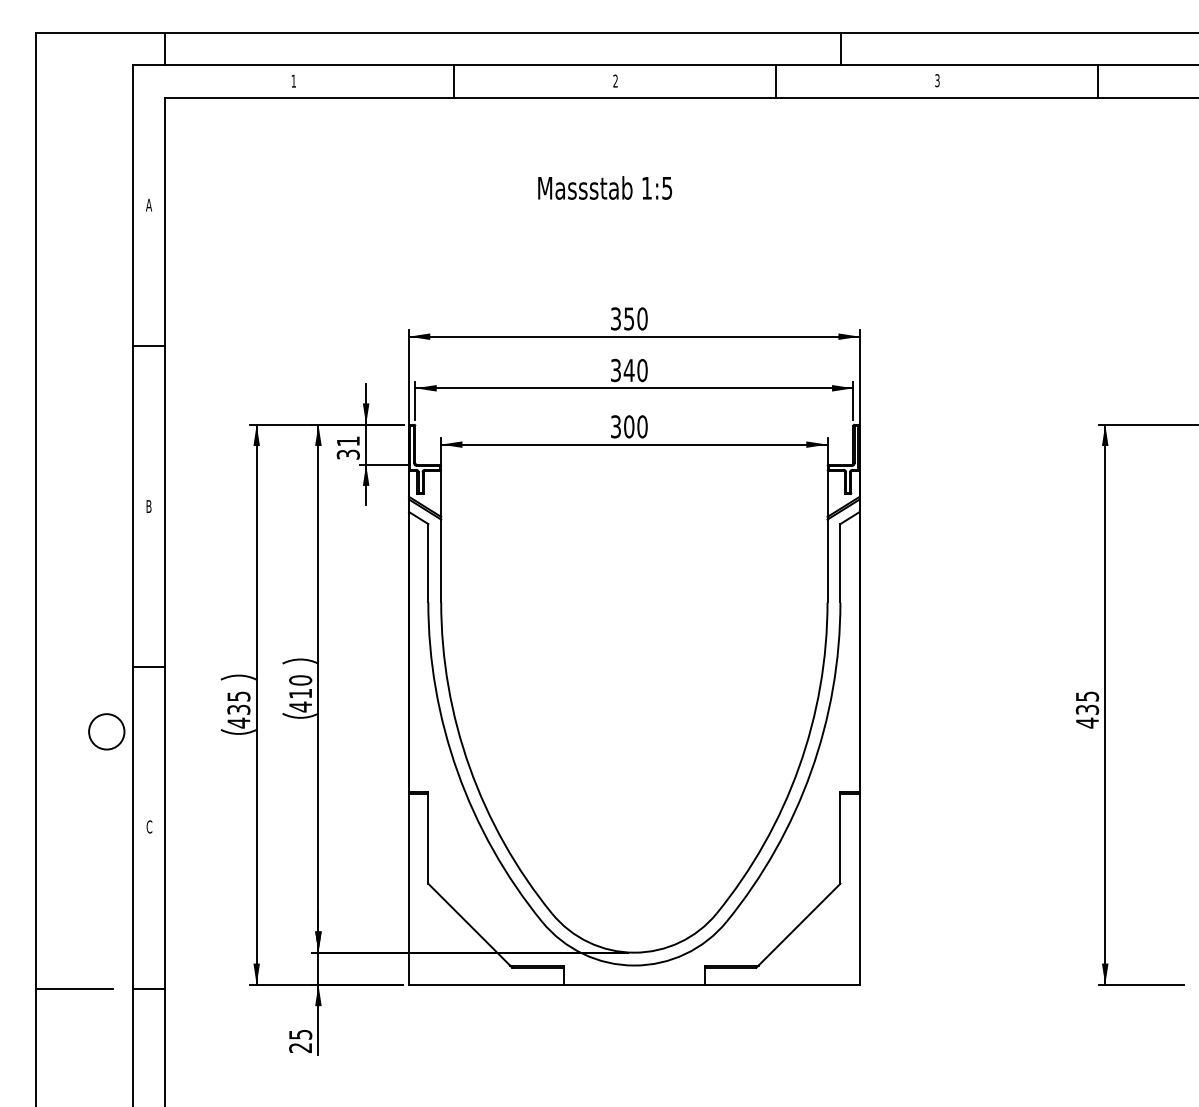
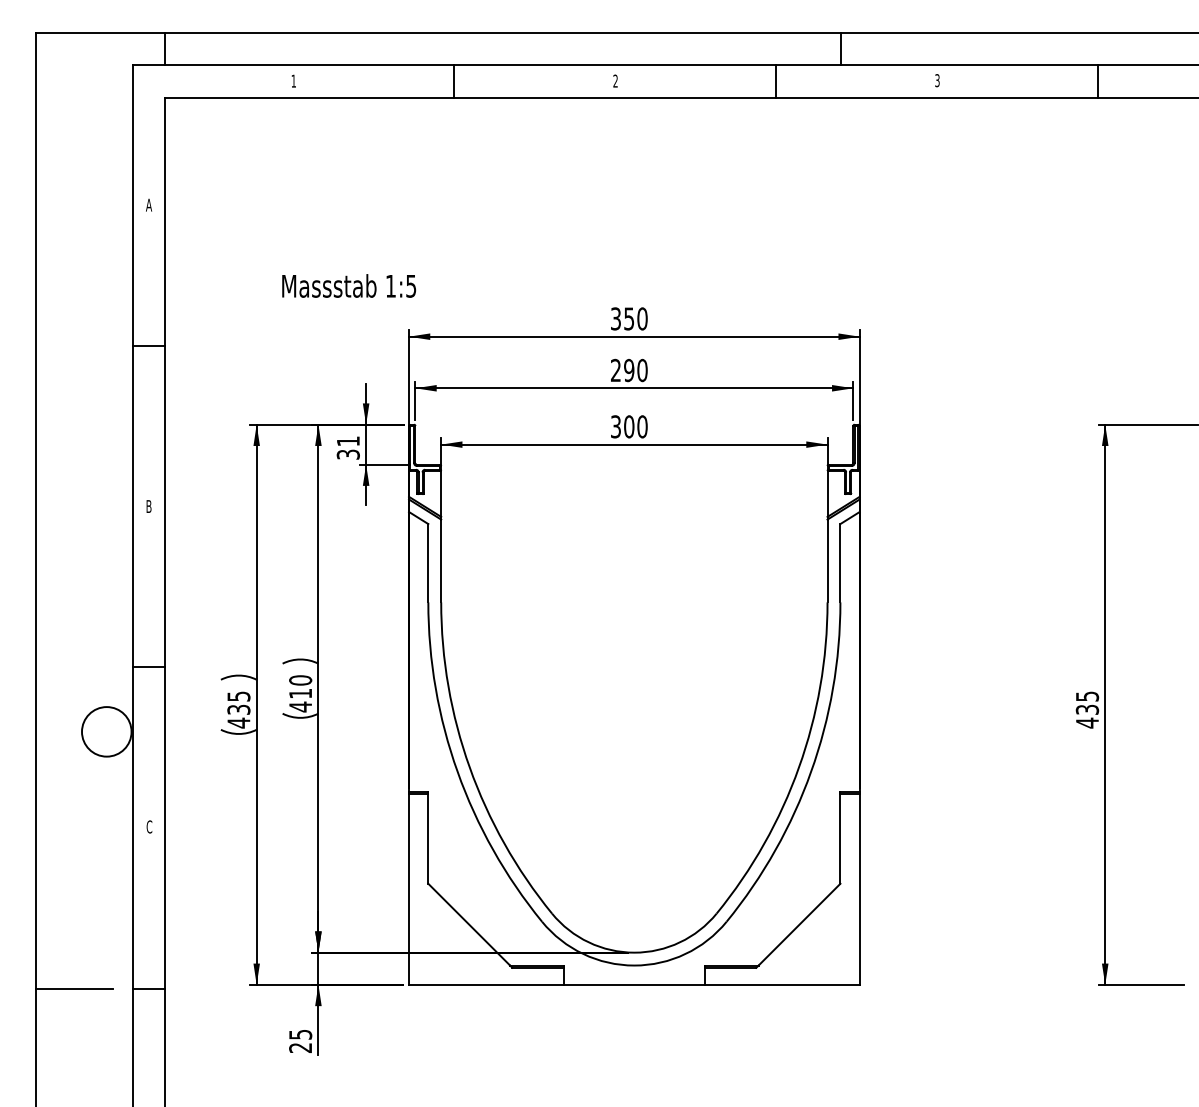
text at (605, 187) position: (605, 187) -> (349, 285)
text at (622, 370): 340 -> 290
circle at (106, 731) diameter: 35 px -> 50 px
